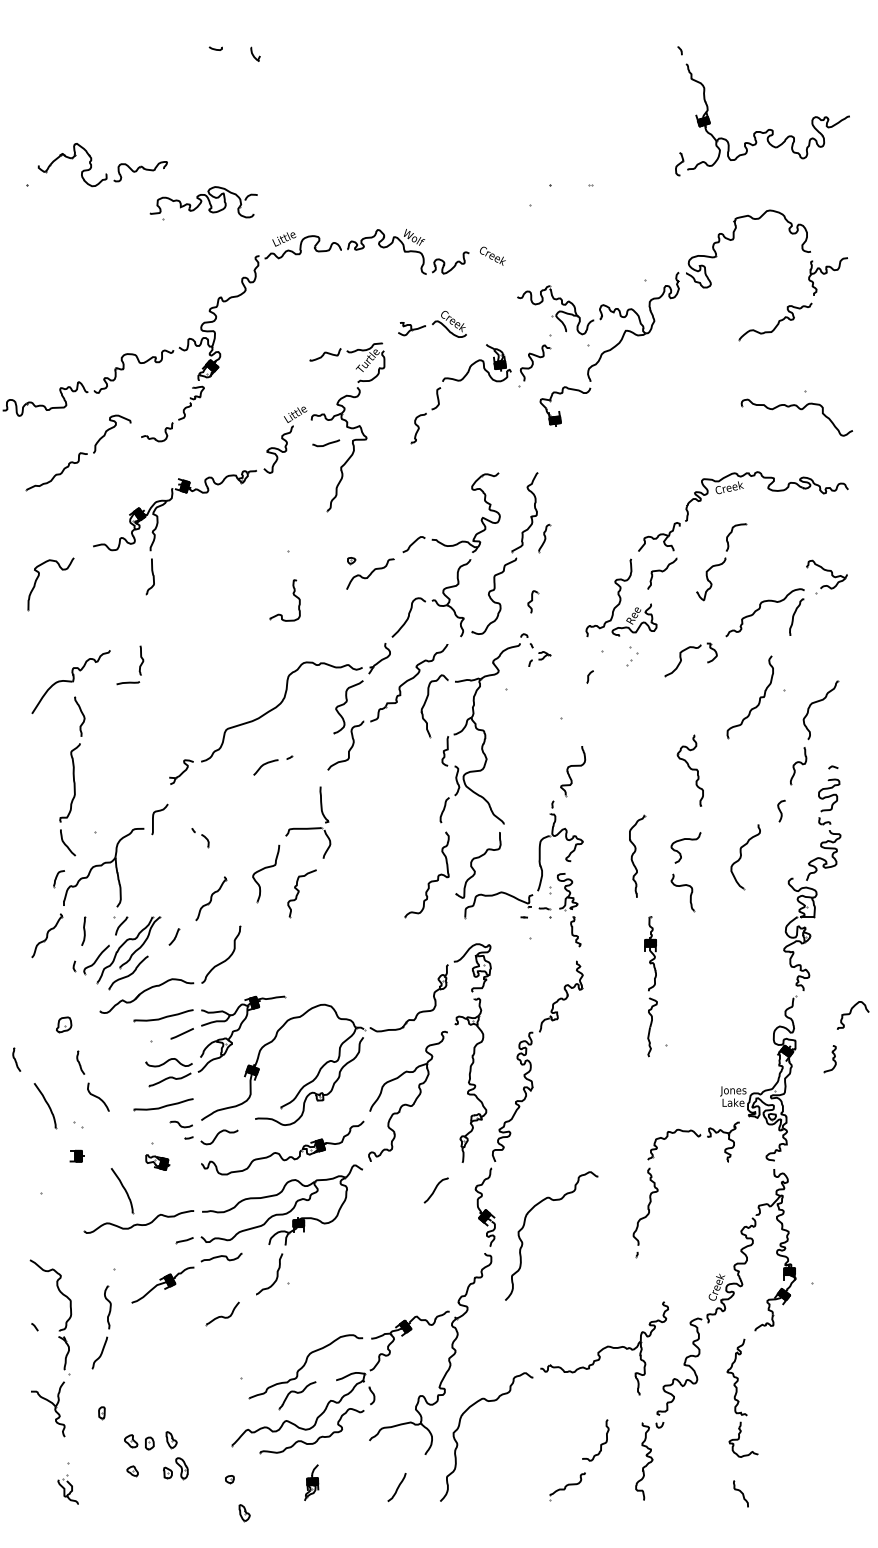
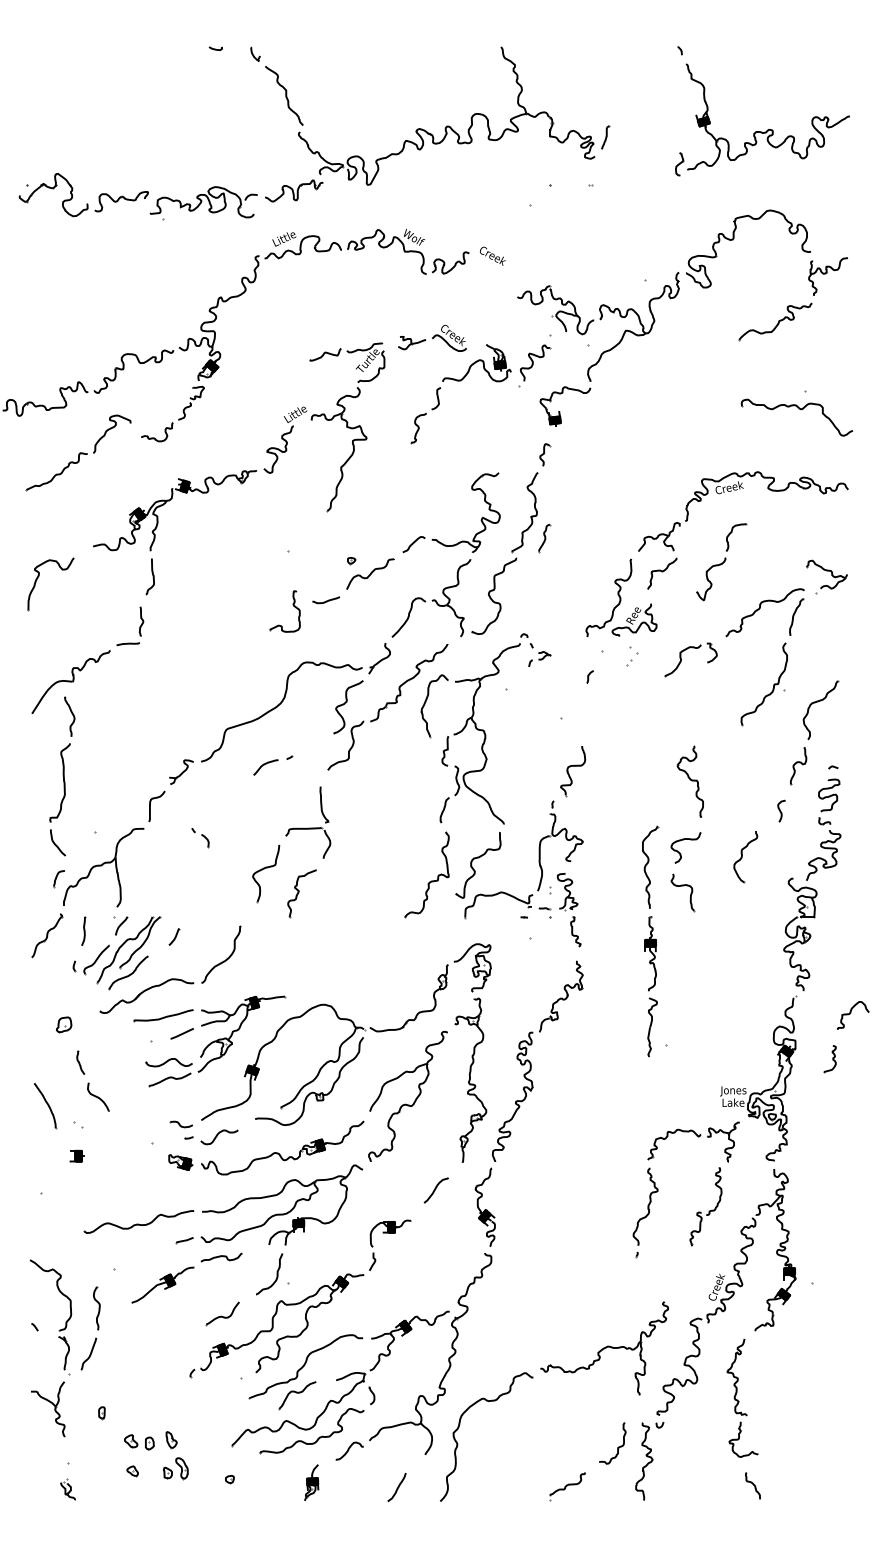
part at (444, 128): none -> present
part at (105, 173) position: (105, 173) -> (86, 203)
part at (432, 324) position: (432, 324) -> (432, 338)
curve at (326, 443) position: (326, 443) -> (326, 600)
part at (293, 595) position: (293, 595) -> (293, 606)
part at (533, 601) position: (533, 601) -> (545, 454)
part at (139, 665) position: (139, 665) -> (139, 626)
part at (758, 701) position: (758, 701) -> (772, 688)
part at (689, 770) position: (689, 770) -> (689, 781)
part at (72, 776) position: (72, 776) -> (62, 776)
curve at (153, 819) position: (153, 819) -> (150, 806)
part at (637, 855) position: (637, 855) -> (650, 866)
part at (745, 857) size: 31x67 px -> 26x53 px
part at (211, 898): present -> none
part at (16, 1059): present -> none
part at (163, 1104): present -> none
part at (157, 1162) position: (157, 1162) -> (180, 1162)
part at (122, 1191): present -> none
part at (705, 1206): none -> present
curve at (524, 1226): present -> none
part at (300, 1298): none -> present
part at (108, 1327) position: (108, 1327) -> (97, 1328)
curve at (600, 1444) position: (600, 1444) -> (617, 1447)
curve at (349, 1449): none -> present
part at (67, 1489) size: 22x31 px -> 16x23 px
curve at (740, 1492) position: (740, 1492) -> (752, 1484)
part at (244, 1513): present -> none
